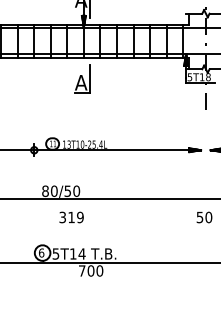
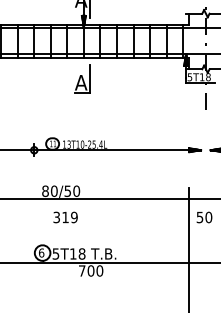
text at (71, 217) position: (71, 217) -> (65, 217)
line at (189, 248): none -> present
text at (81, 253): 5T14 -> 5T18
